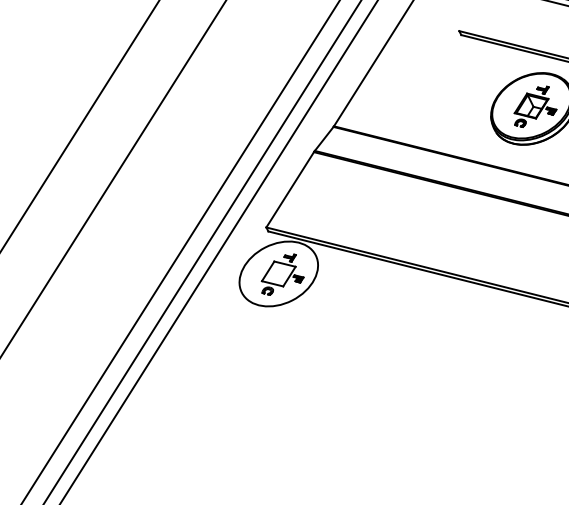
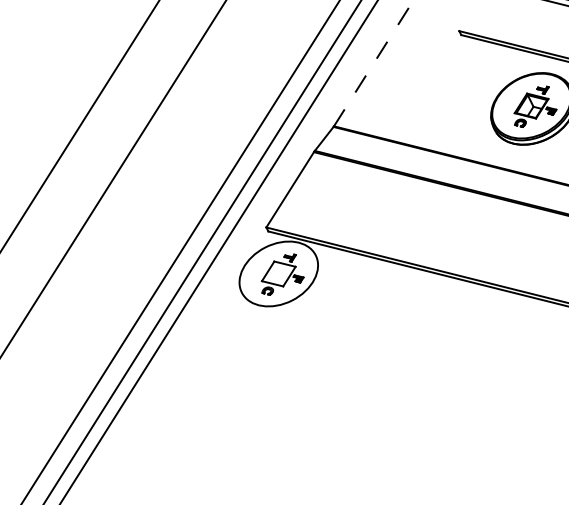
line at (373, 63): solid -> dashed
